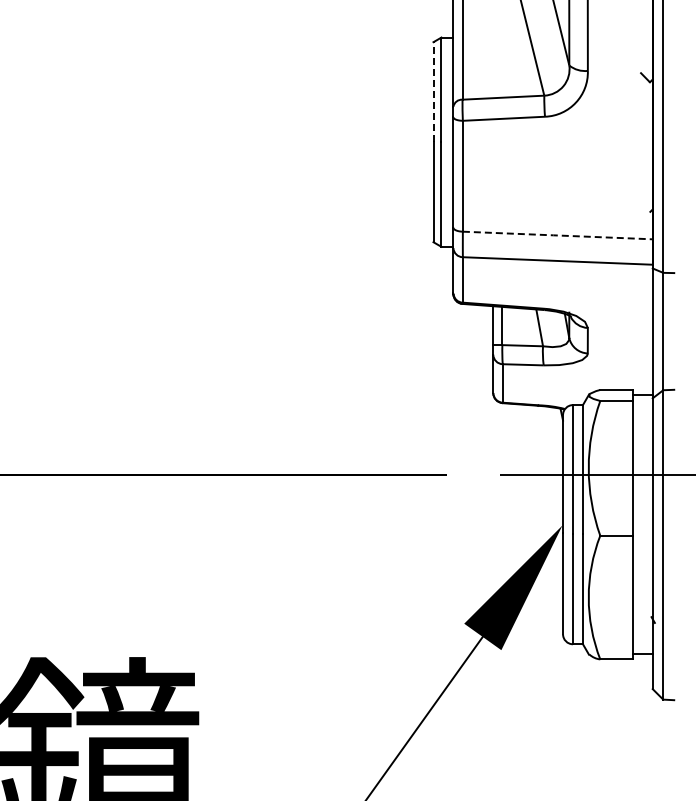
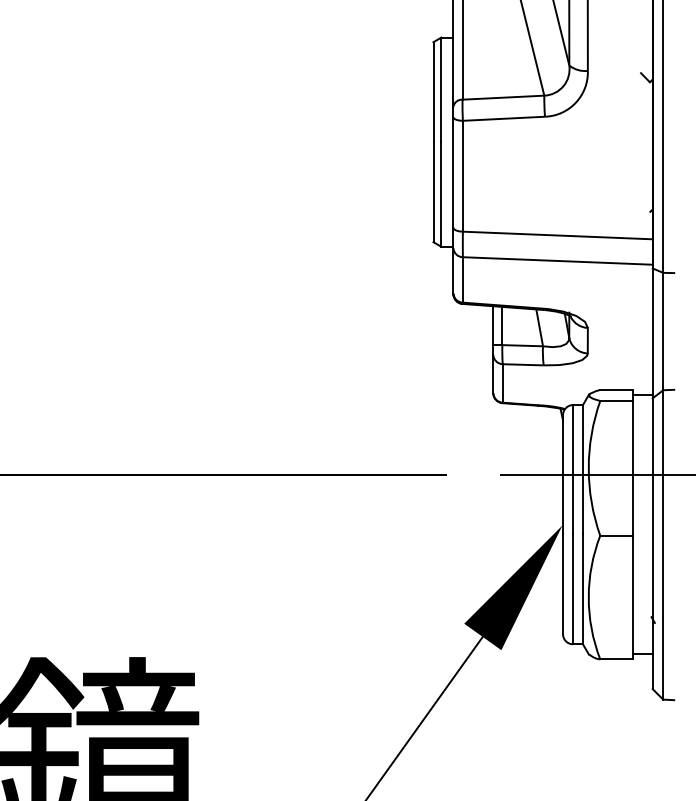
line at (433, 91): dashed -> solid
line at (557, 235): dashed -> solid
